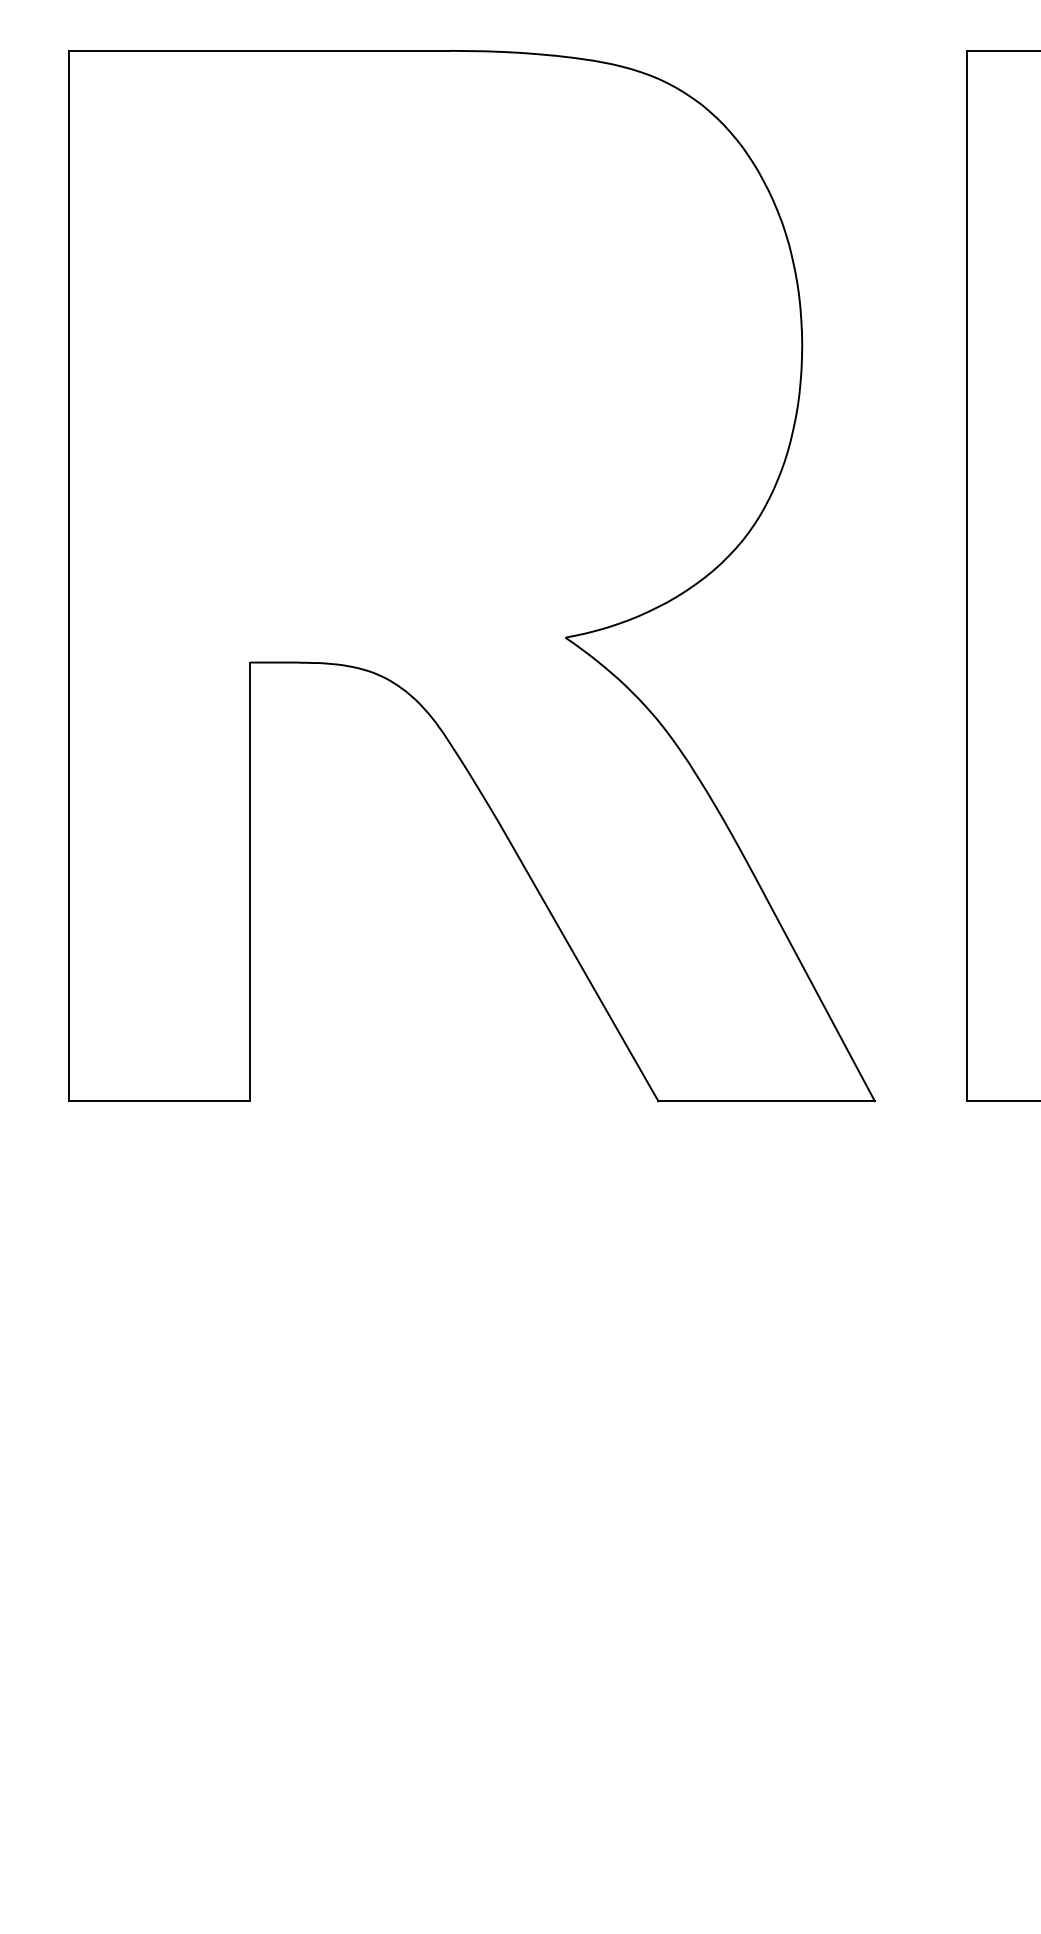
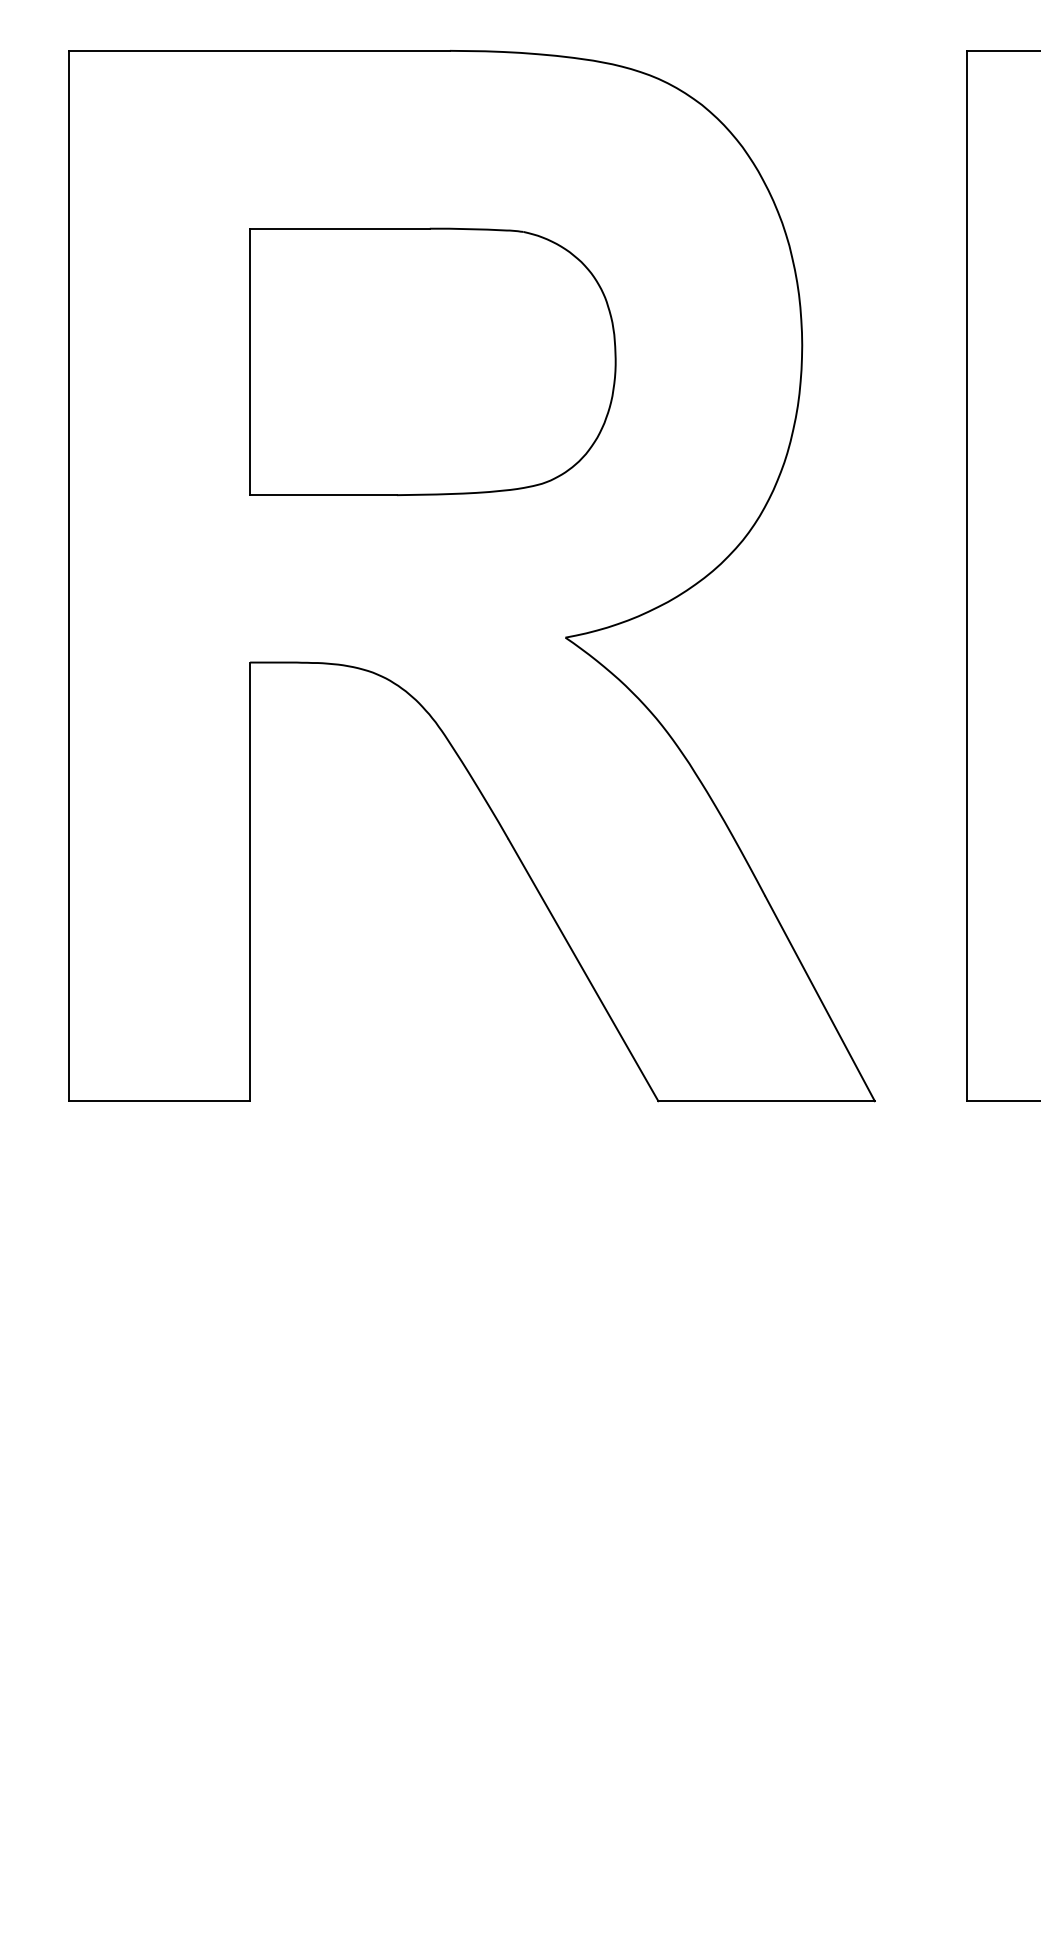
part at (432, 361): none -> present
